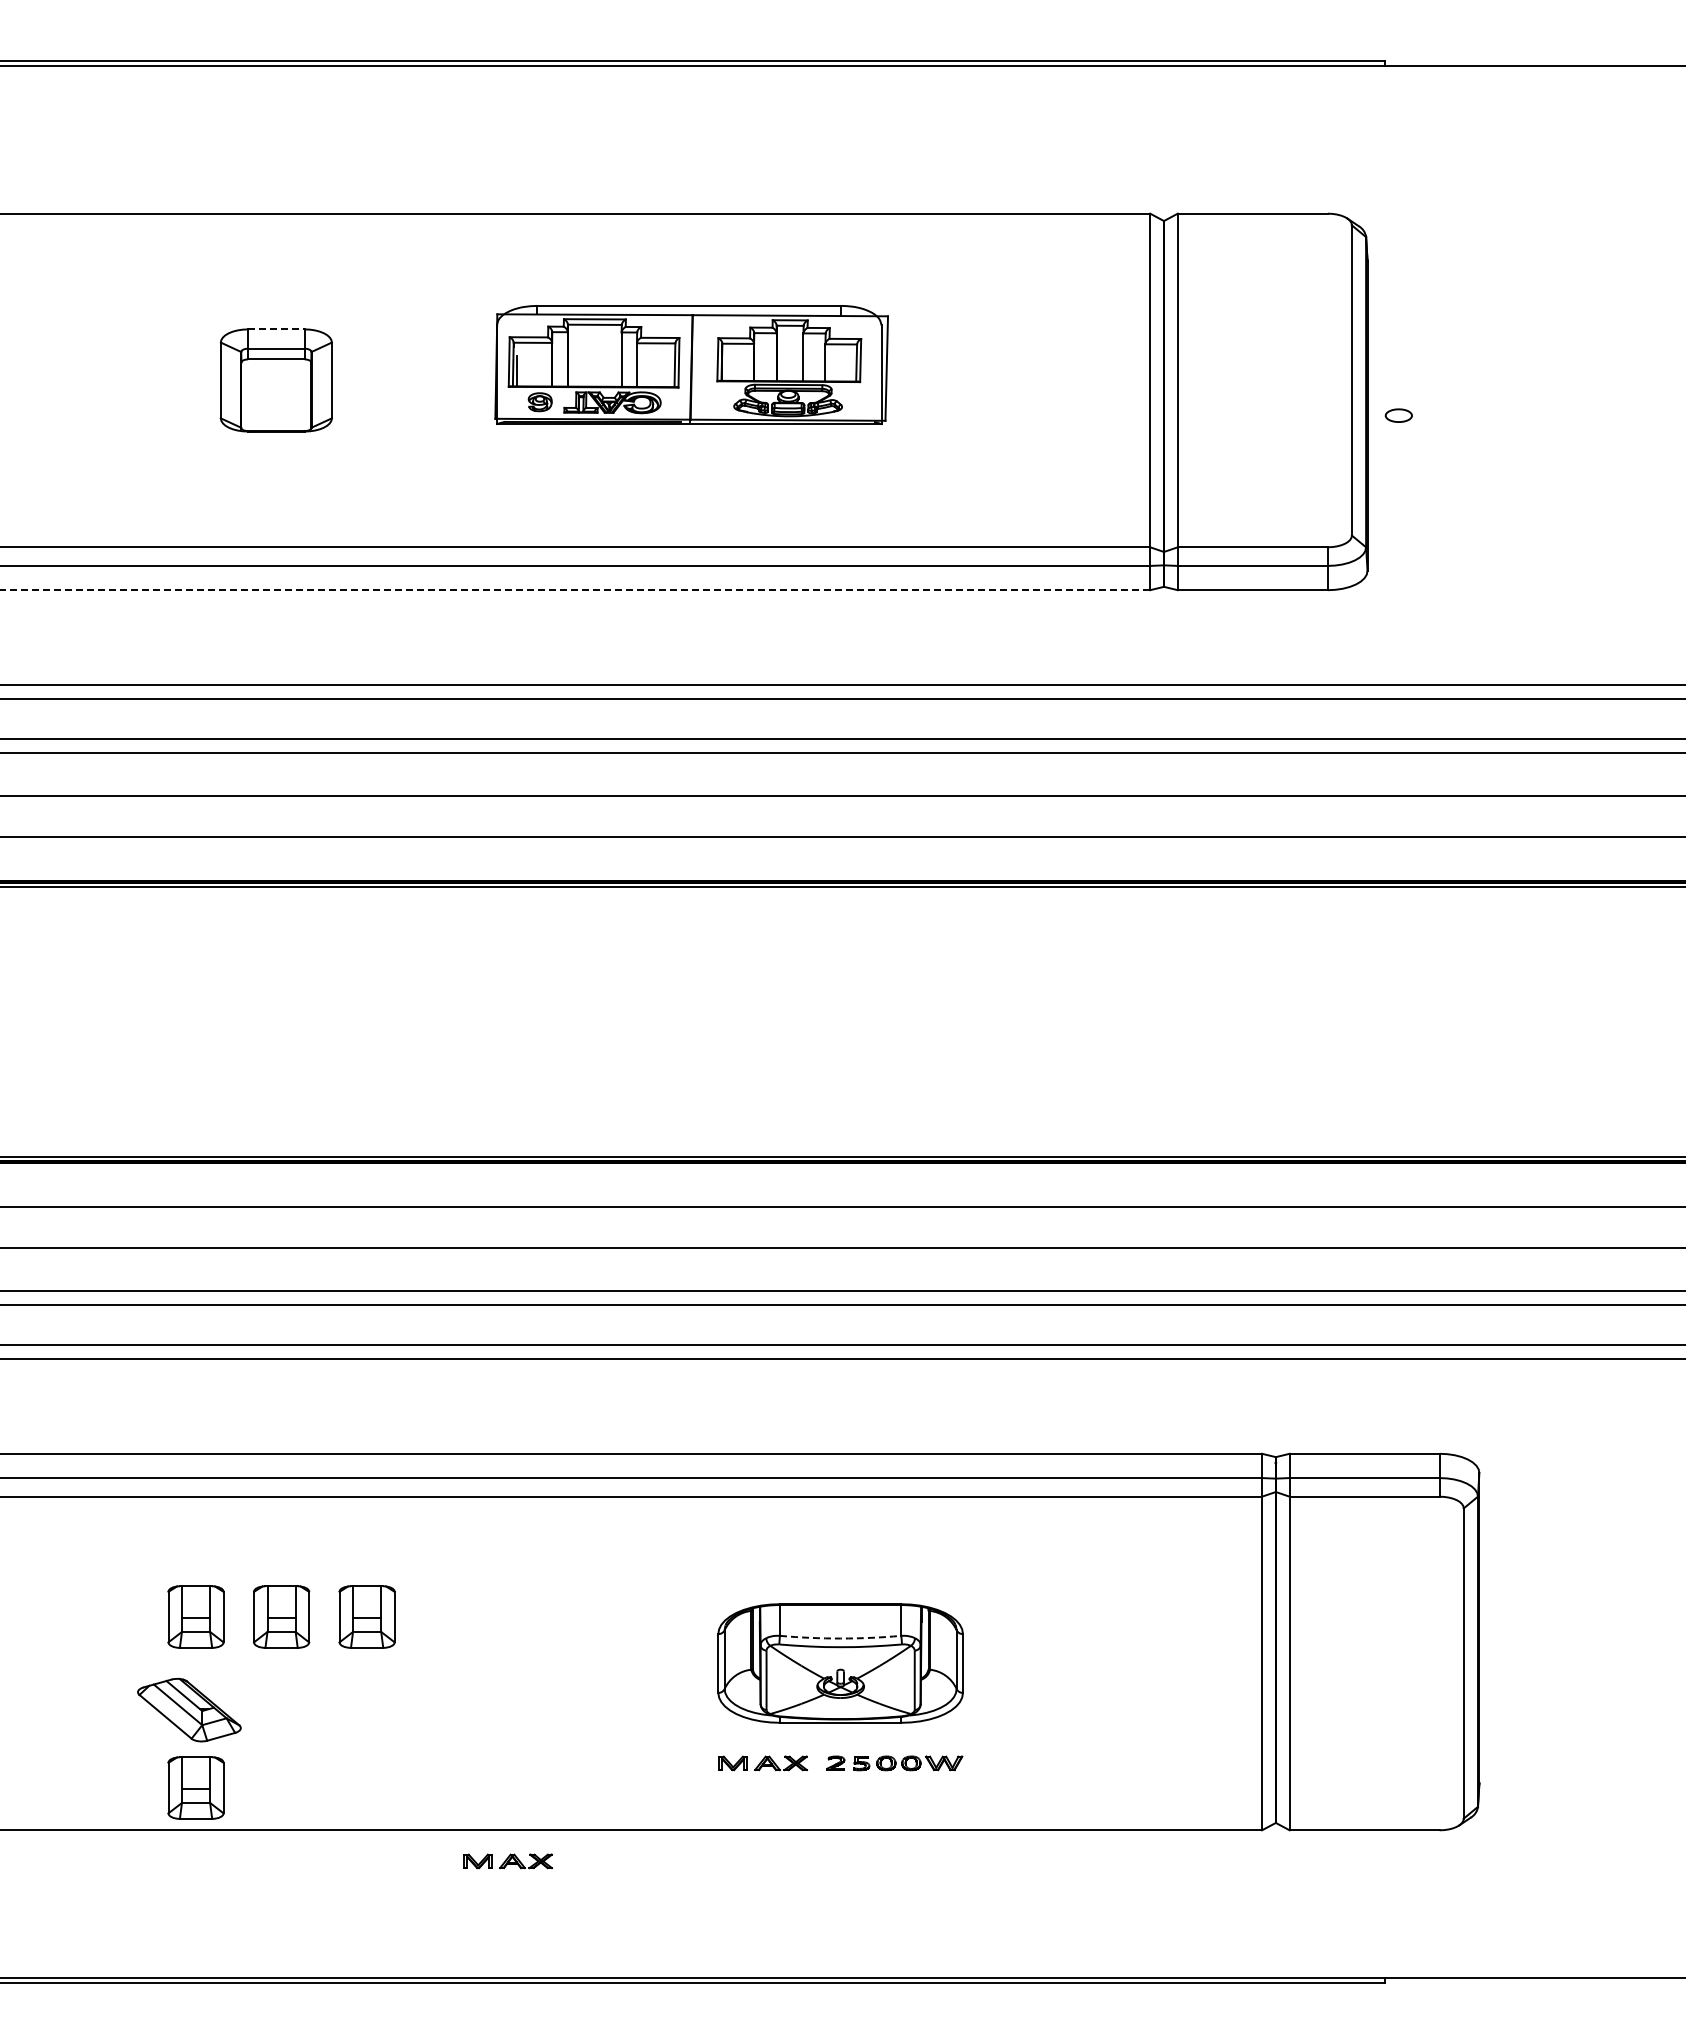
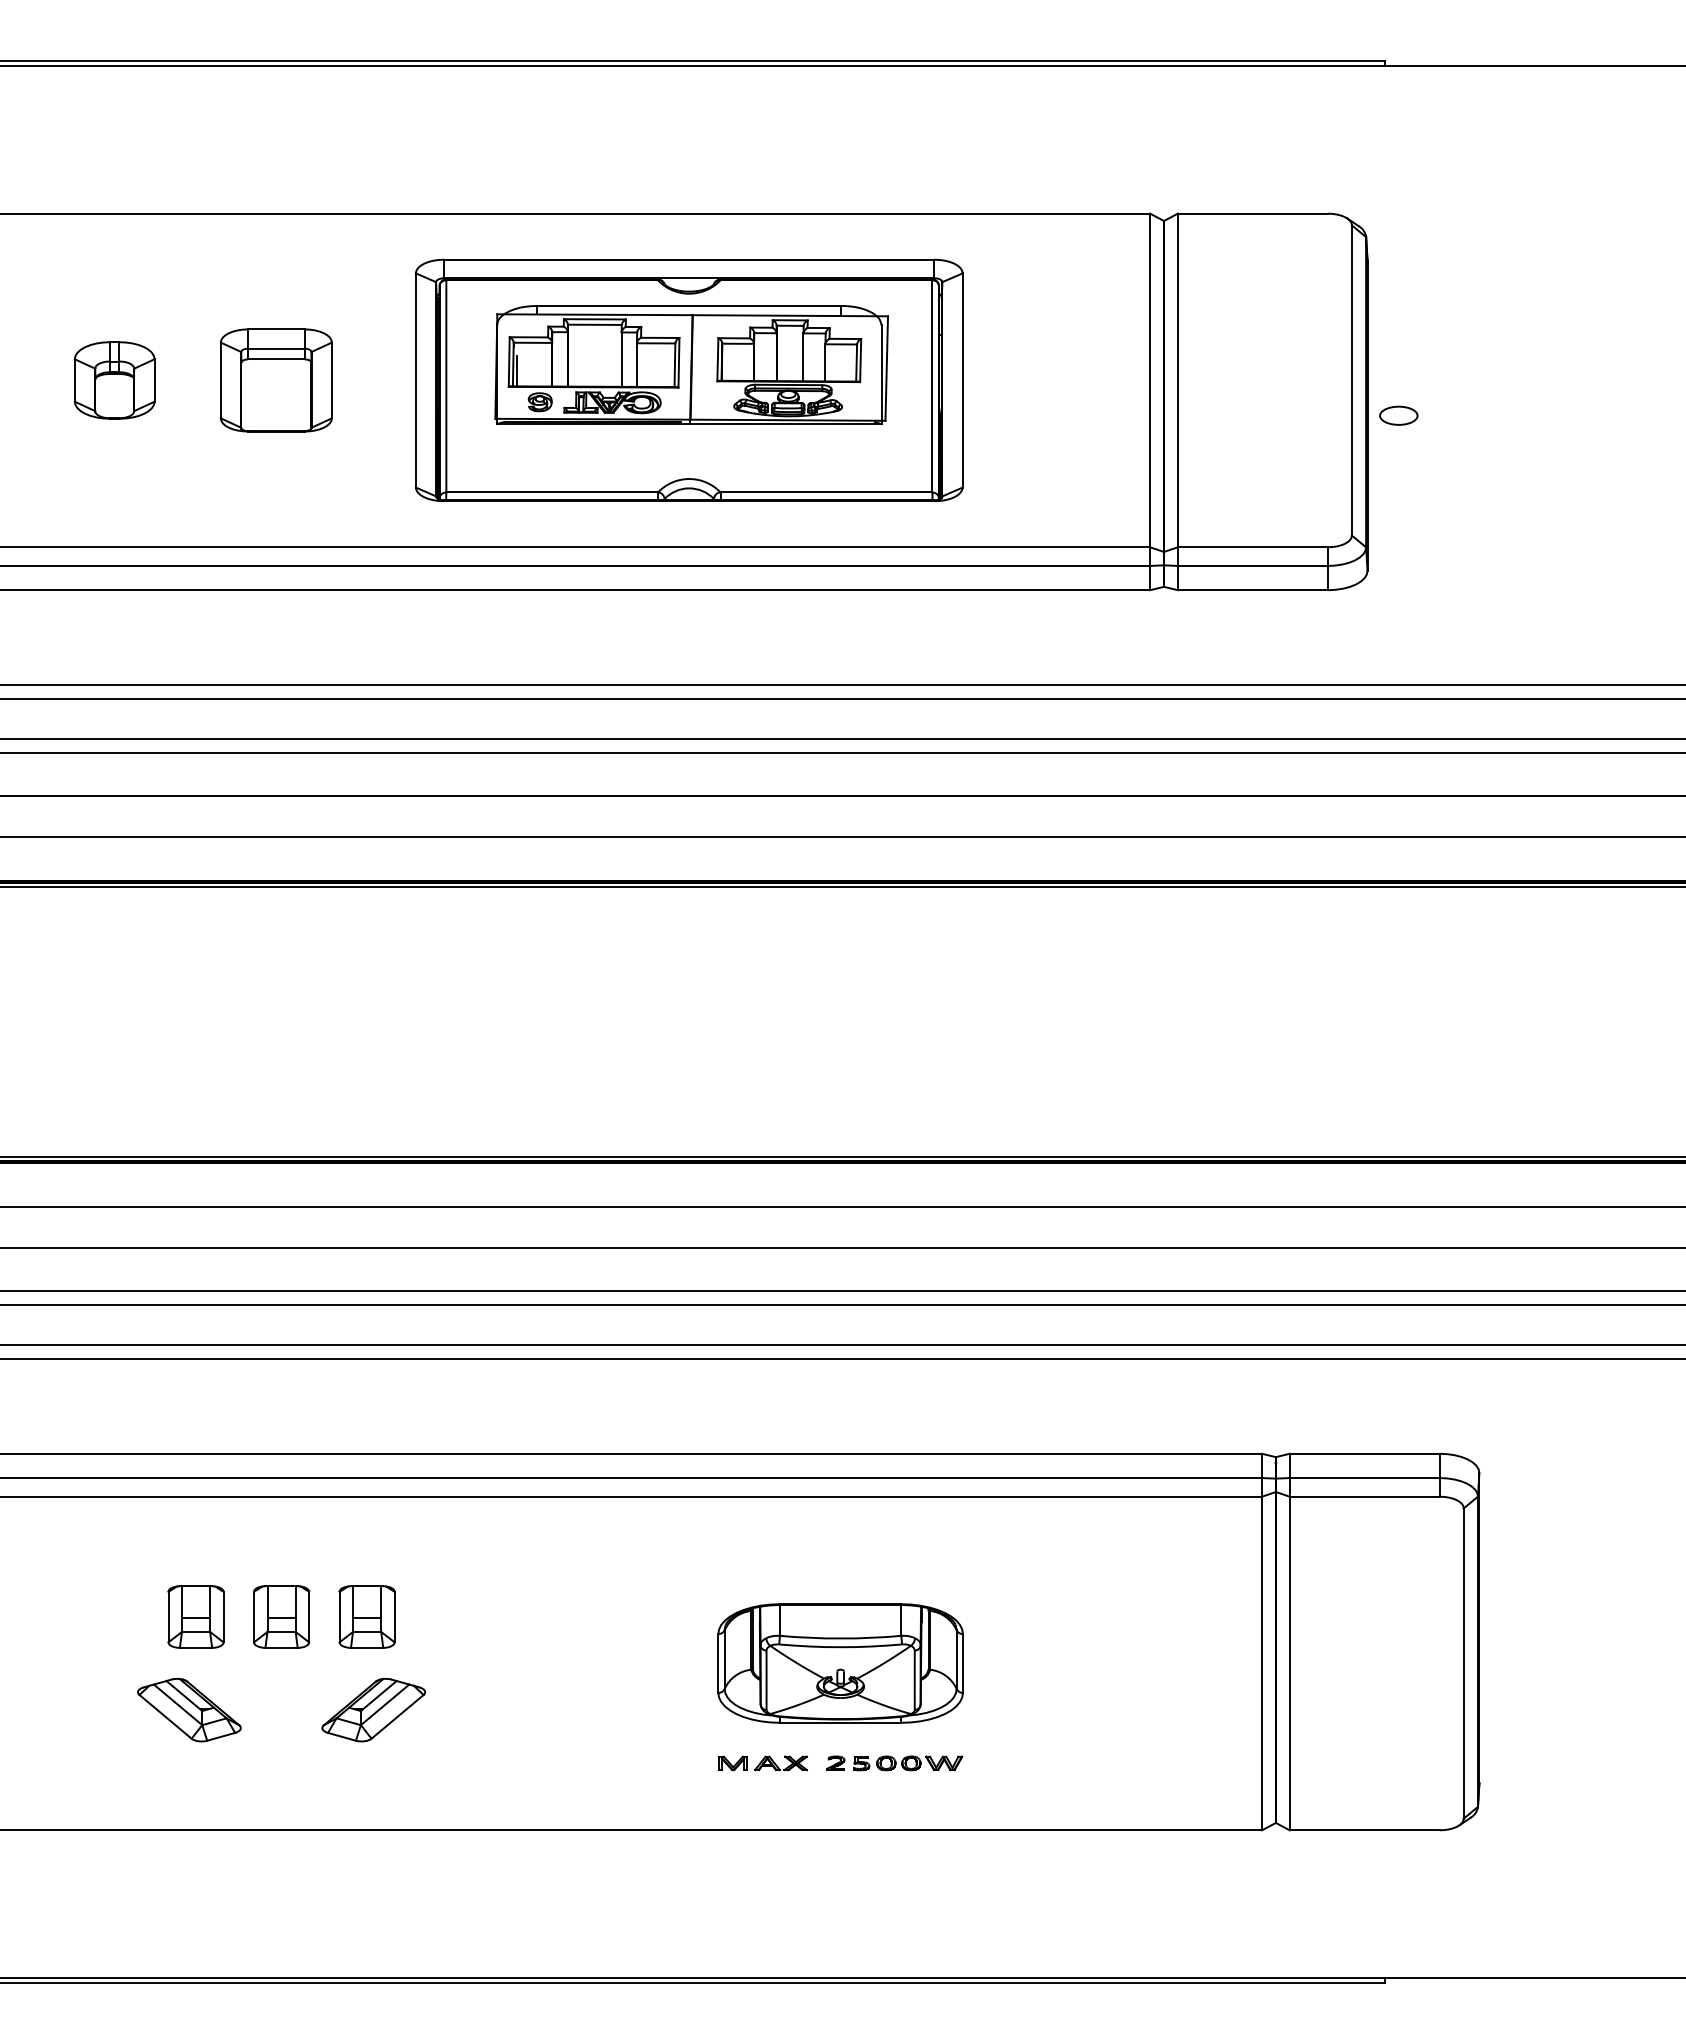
line at (276, 329): dashed -> solid
part at (114, 380): none -> present
part at (688, 380): none -> present
part at (1398, 415) size: 29x15 px -> 40x21 px
line at (575, 590): dashed -> solid
arc at (840, 1638): dashed -> solid
part at (373, 1709): none -> present
part at (195, 1787): present -> none
part at (507, 1861): present -> none
